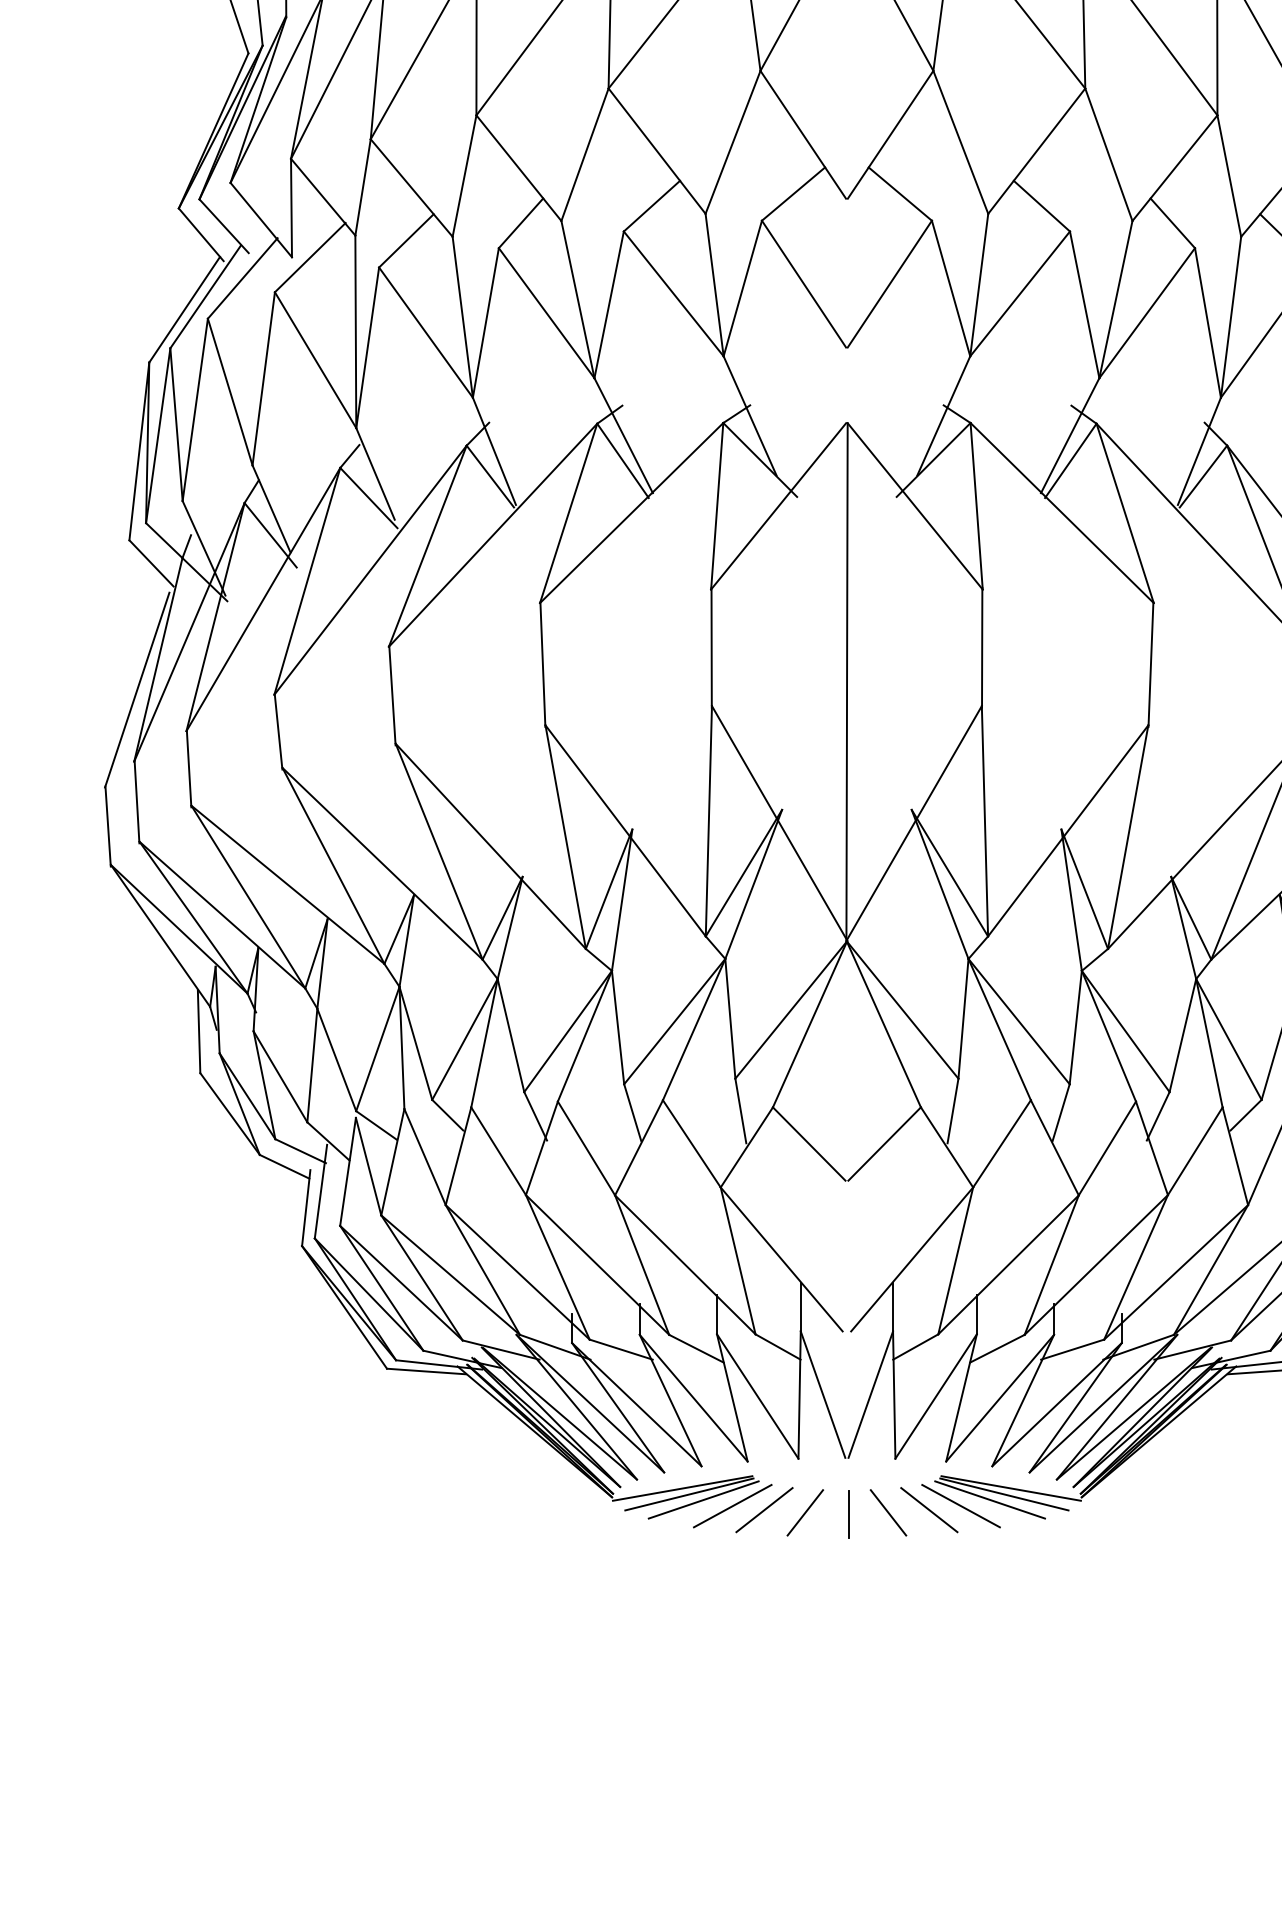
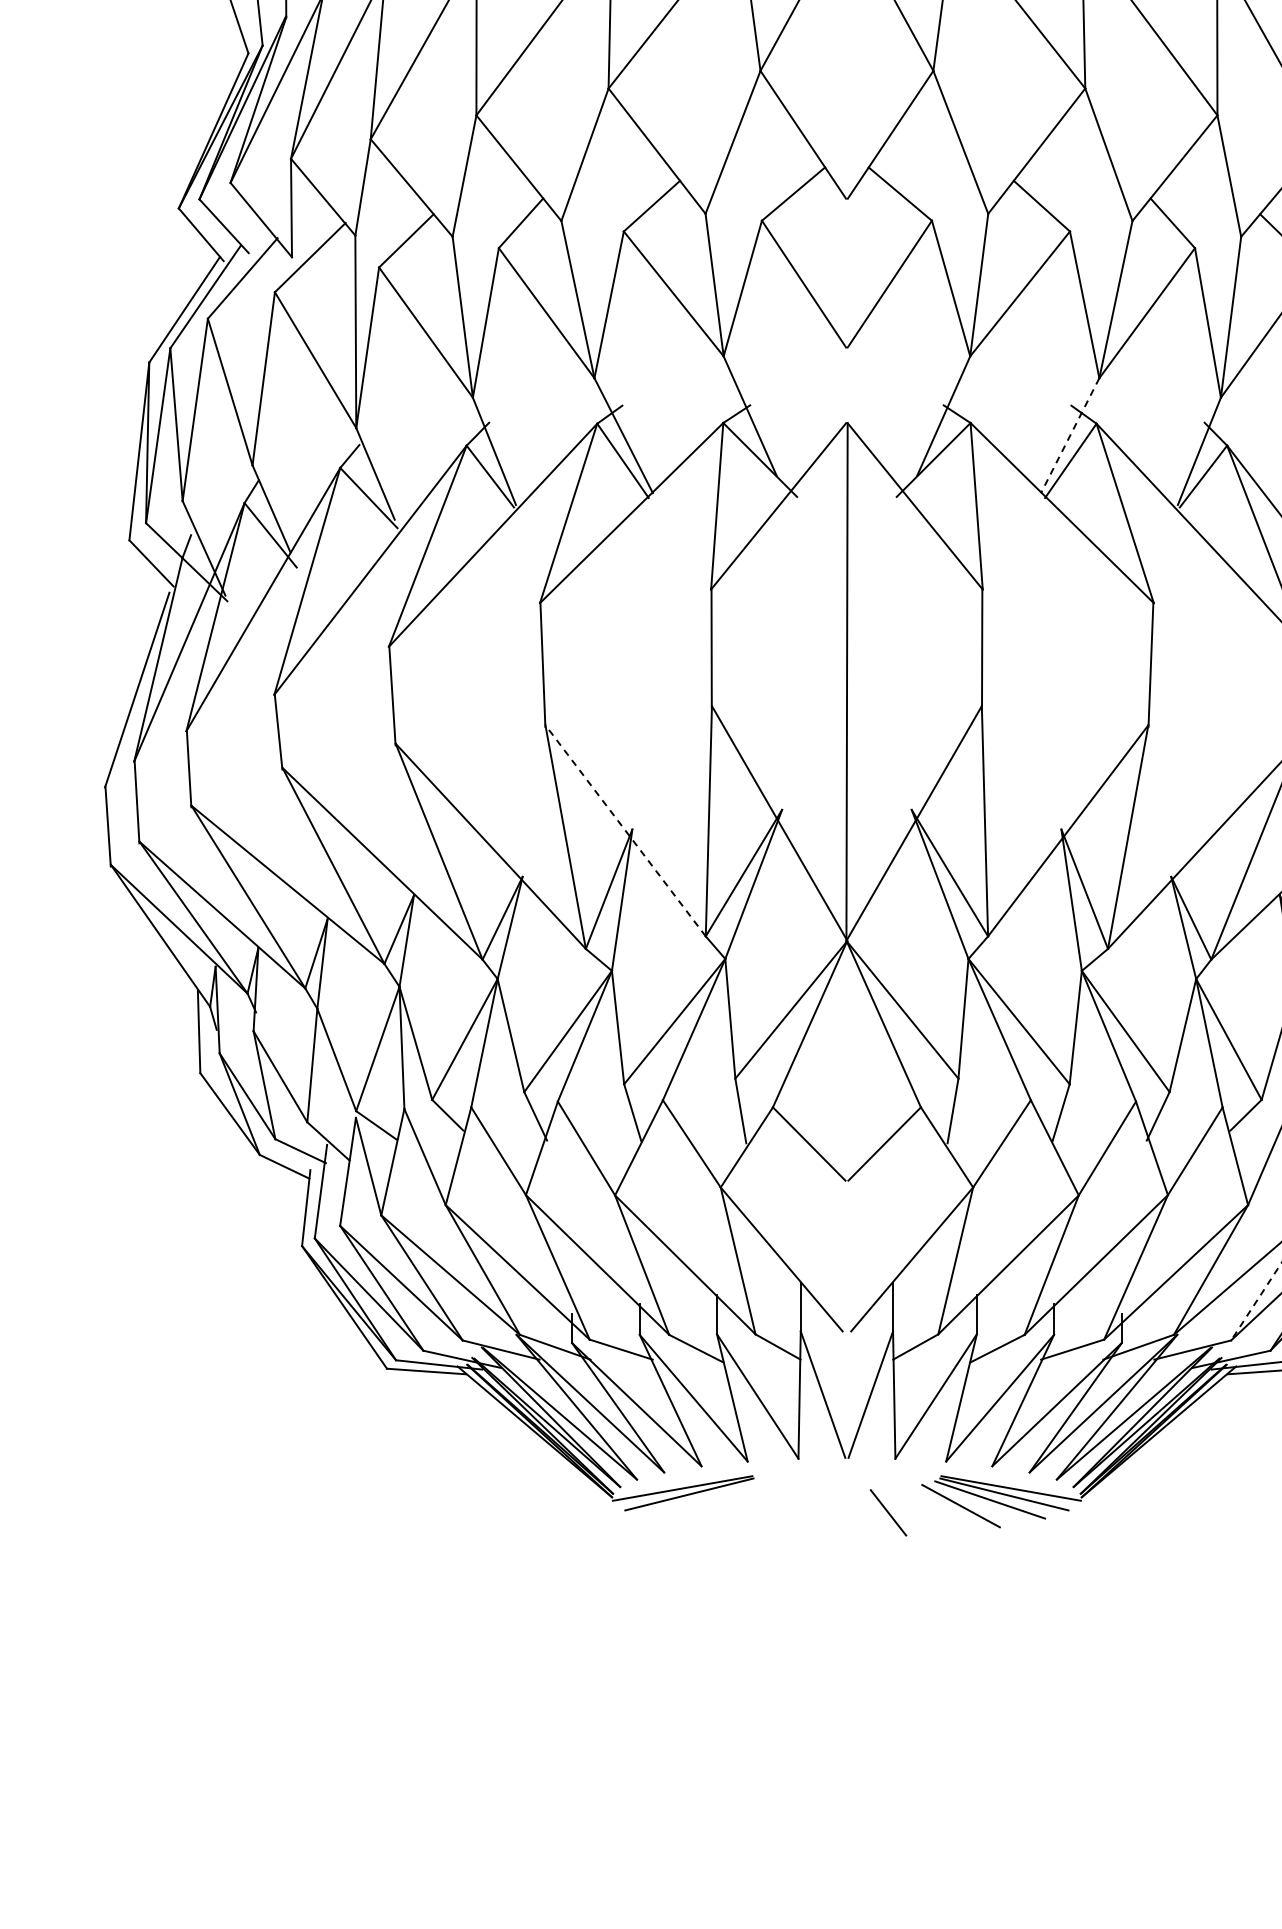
line at (1069, 436): solid -> dashed
line at (625, 830): solid -> dashed
line at (1256, 1302): solid -> dashed
line at (703, 1499): present -> none
line at (732, 1505): present -> none
line at (764, 1510): present -> none
line at (929, 1510): present -> none
line at (805, 1512): present -> none
line at (848, 1514): present -> none
